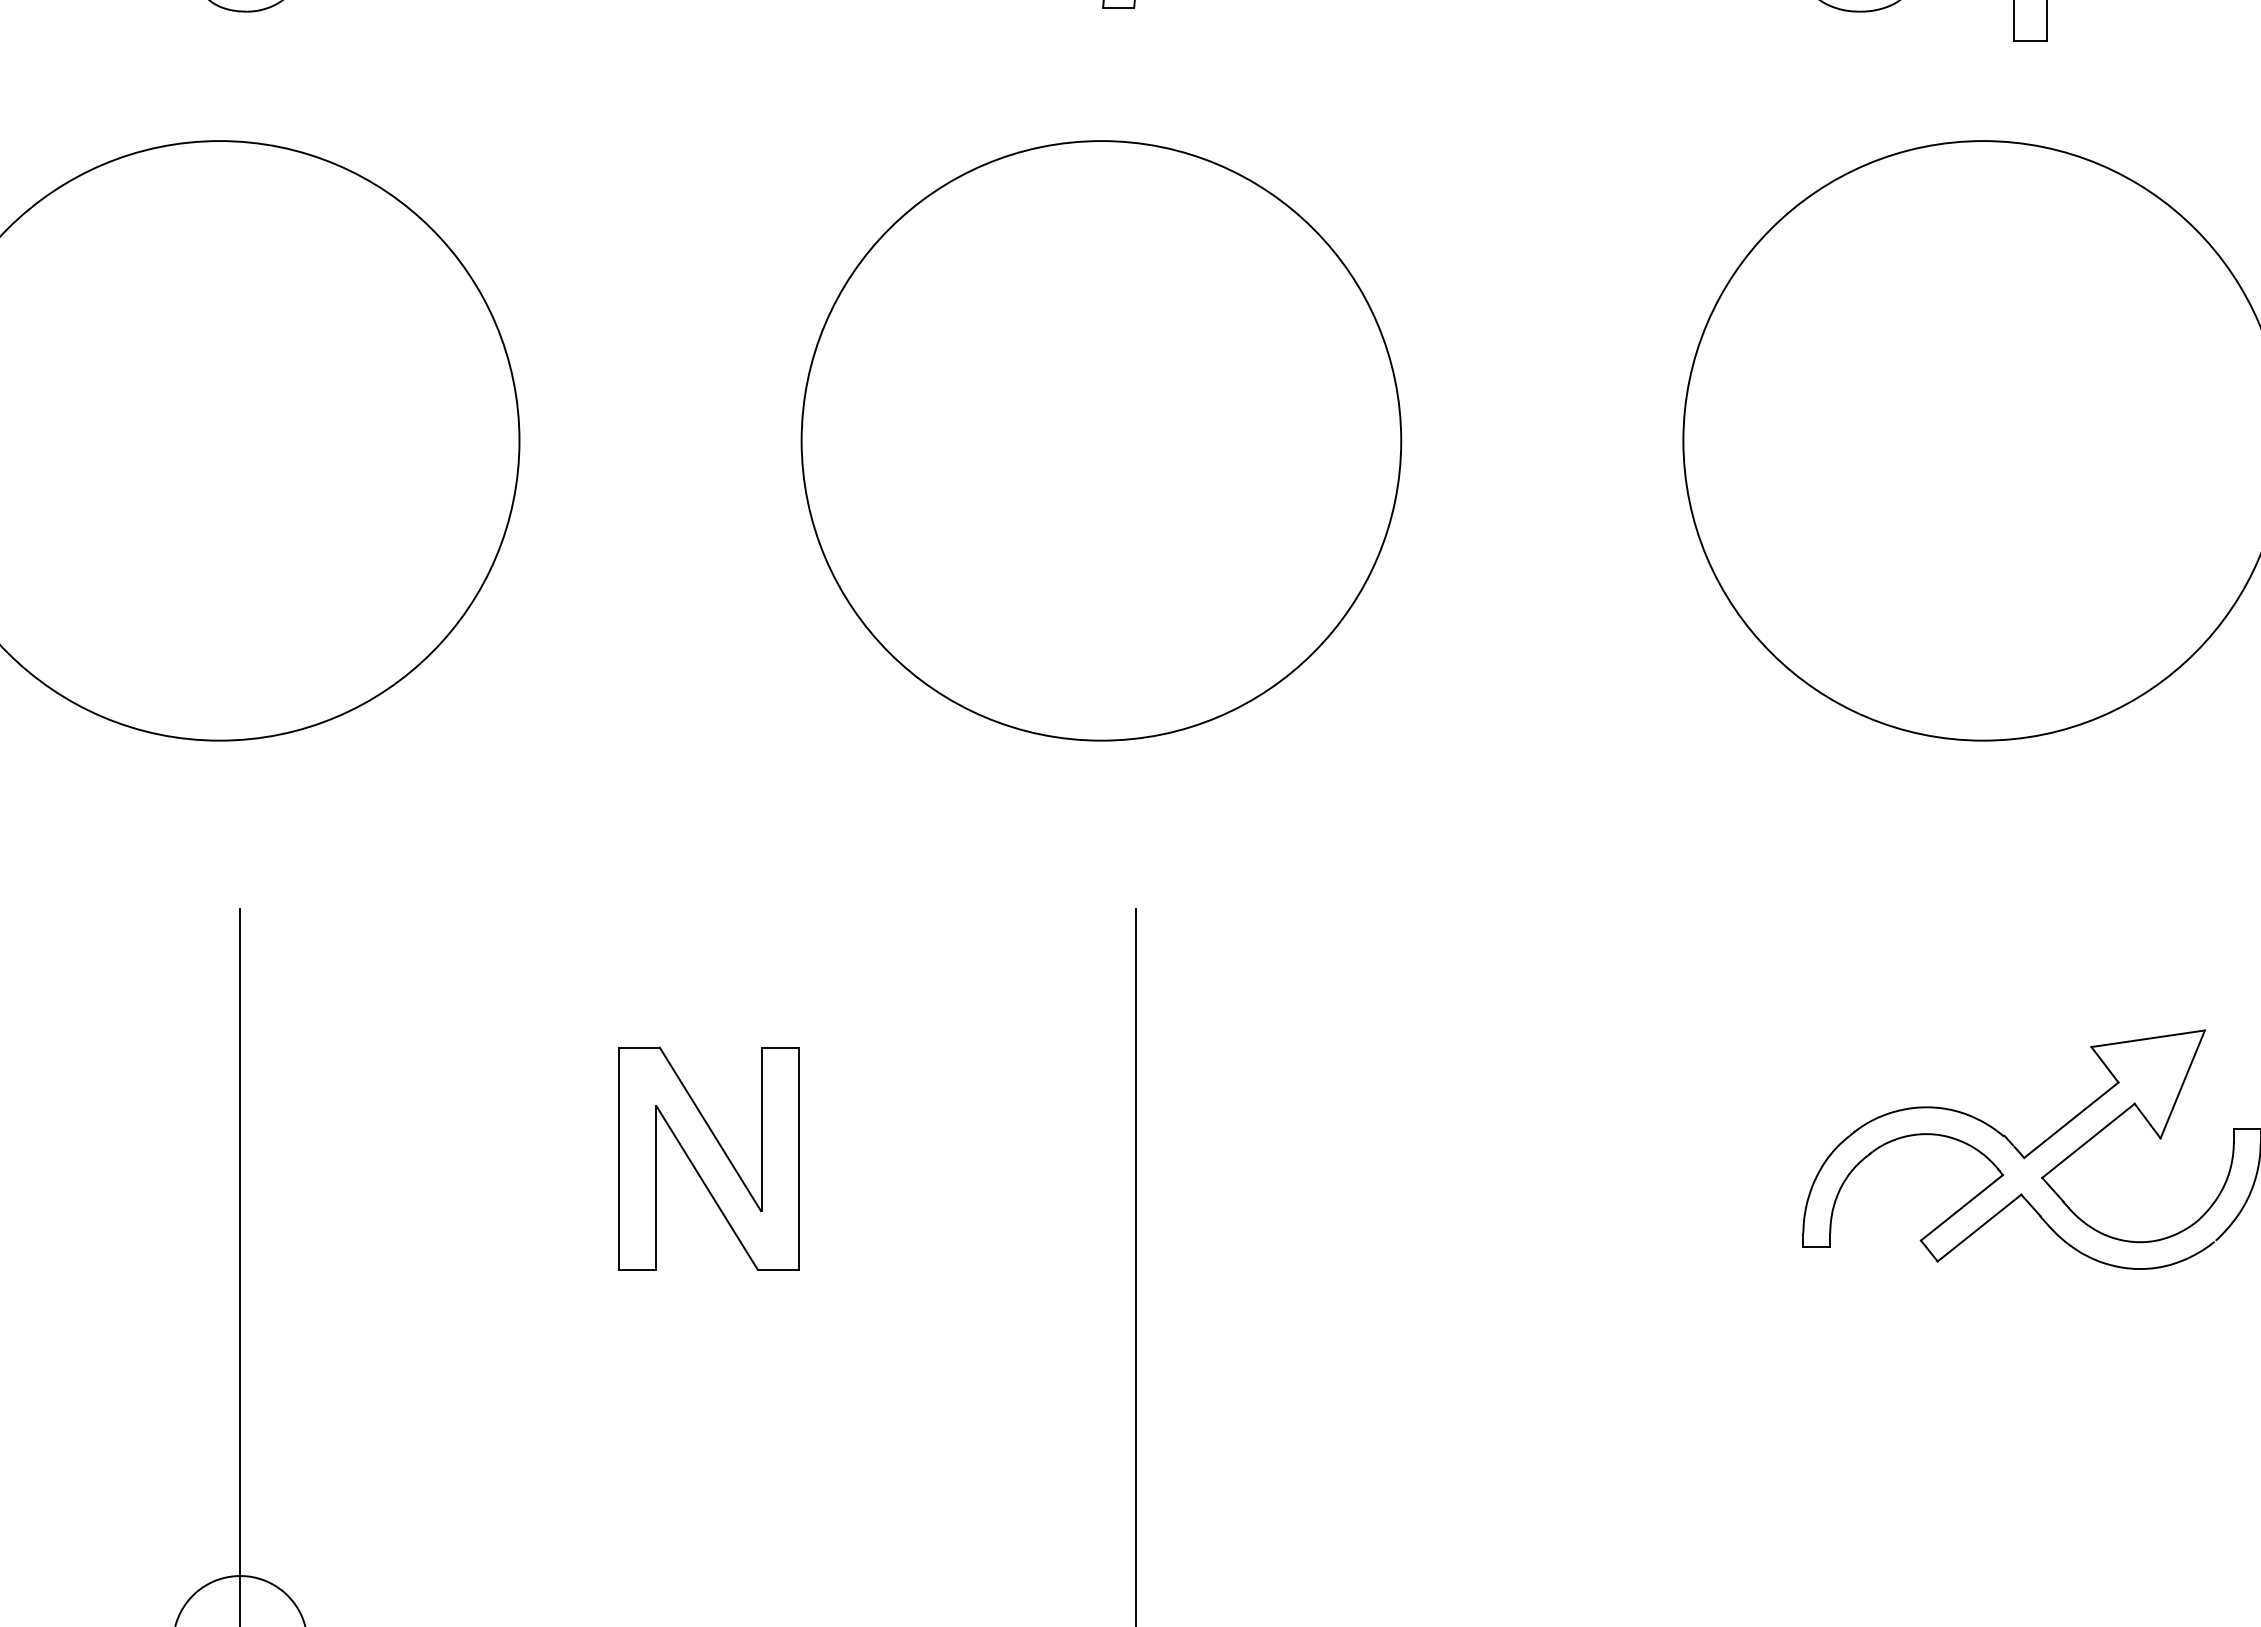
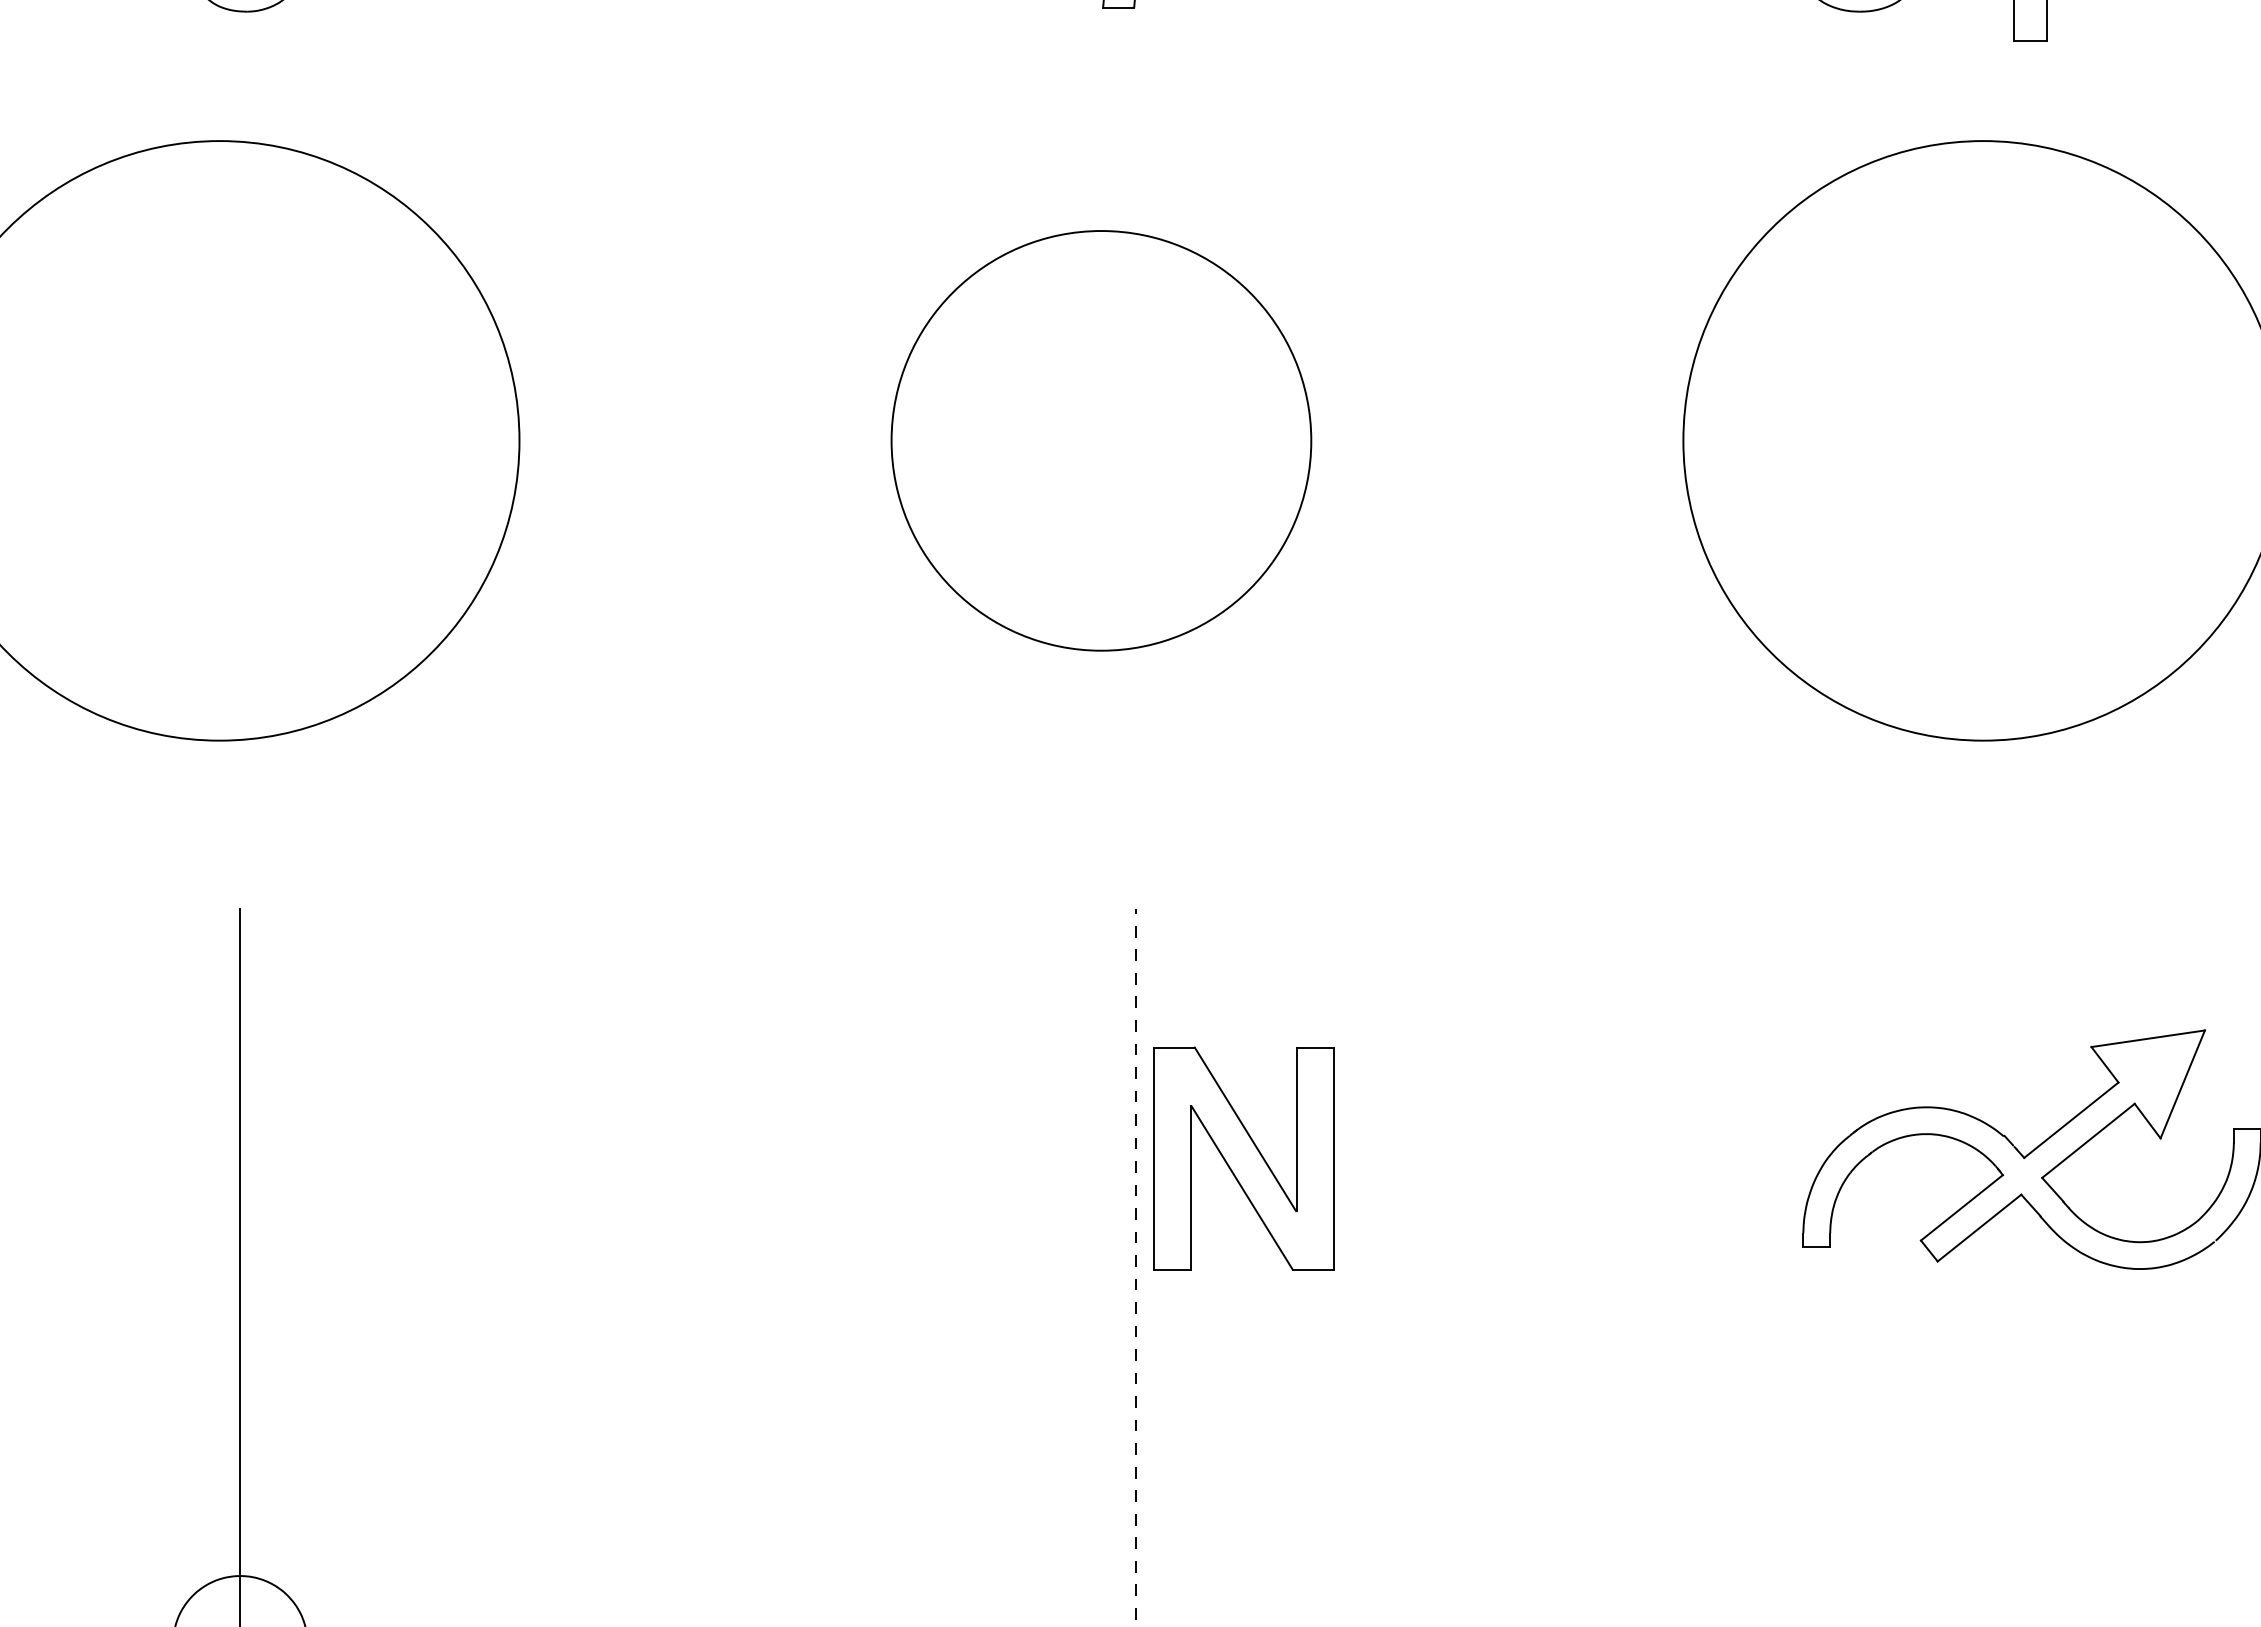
circle at (1101, 440) diameter: 600 px -> 420 px
part at (708, 1158) position: (708, 1158) -> (1243, 1158)
line at (1136, 1267): solid -> dashed
